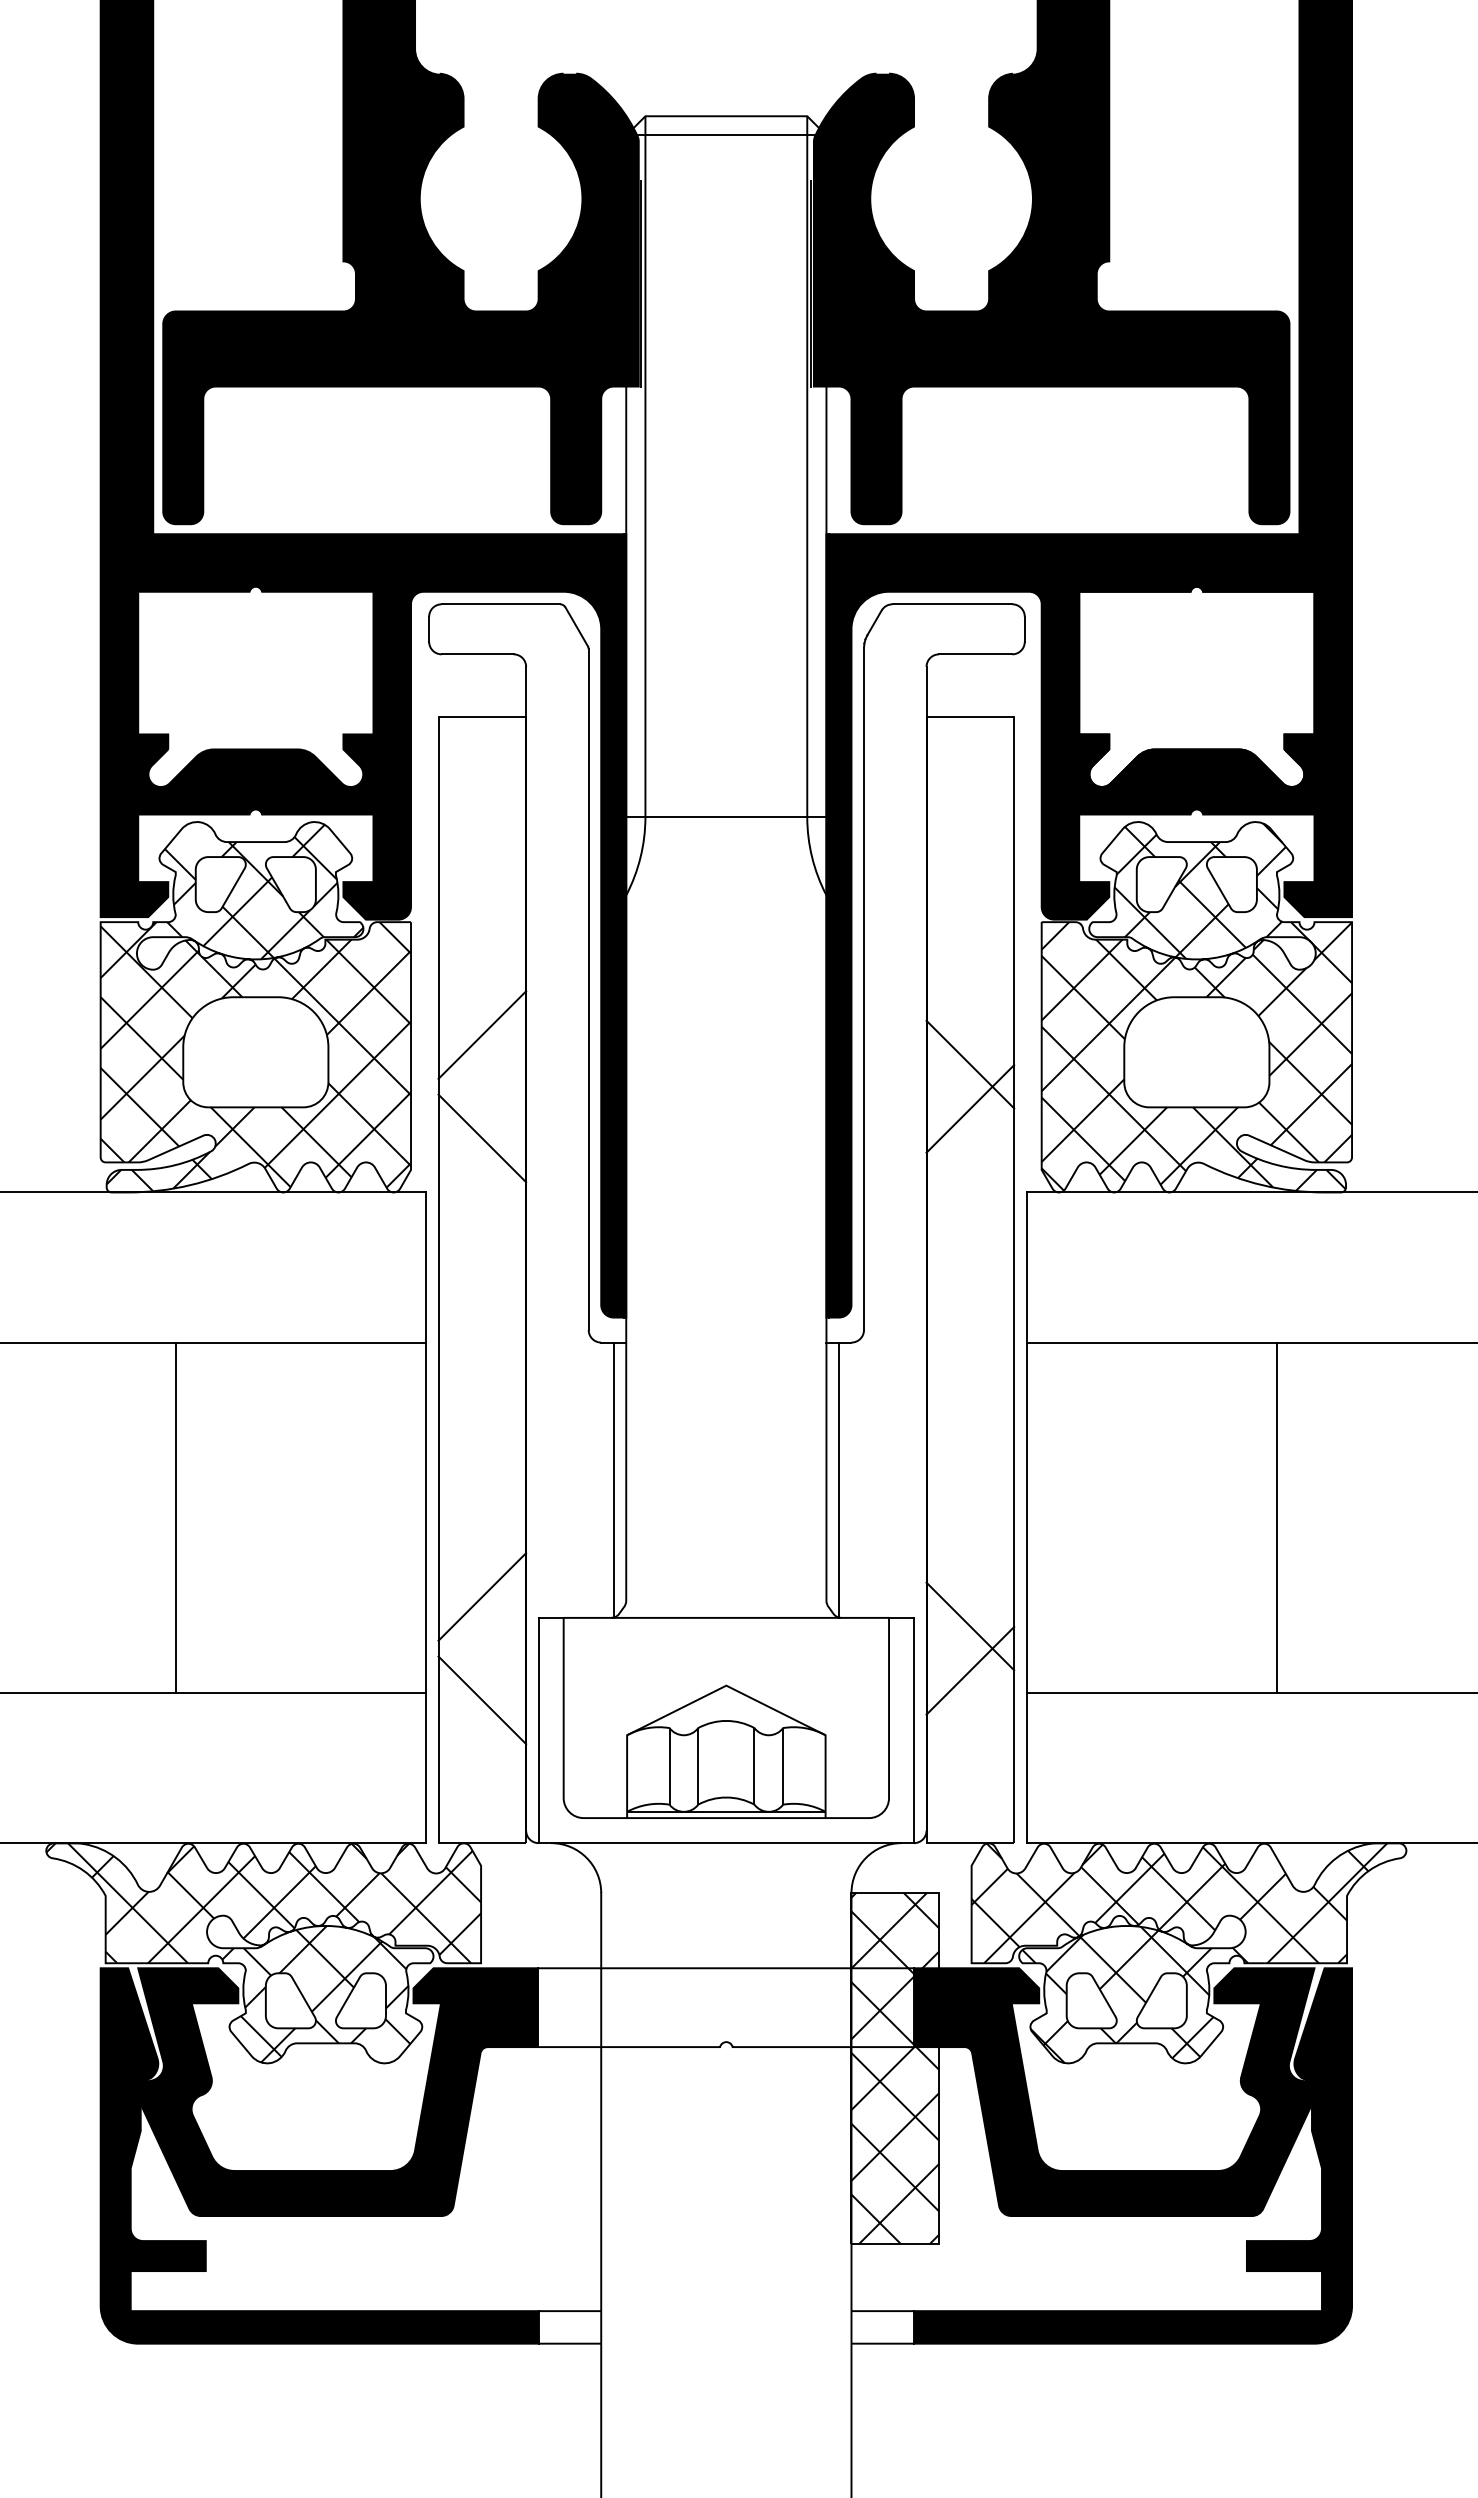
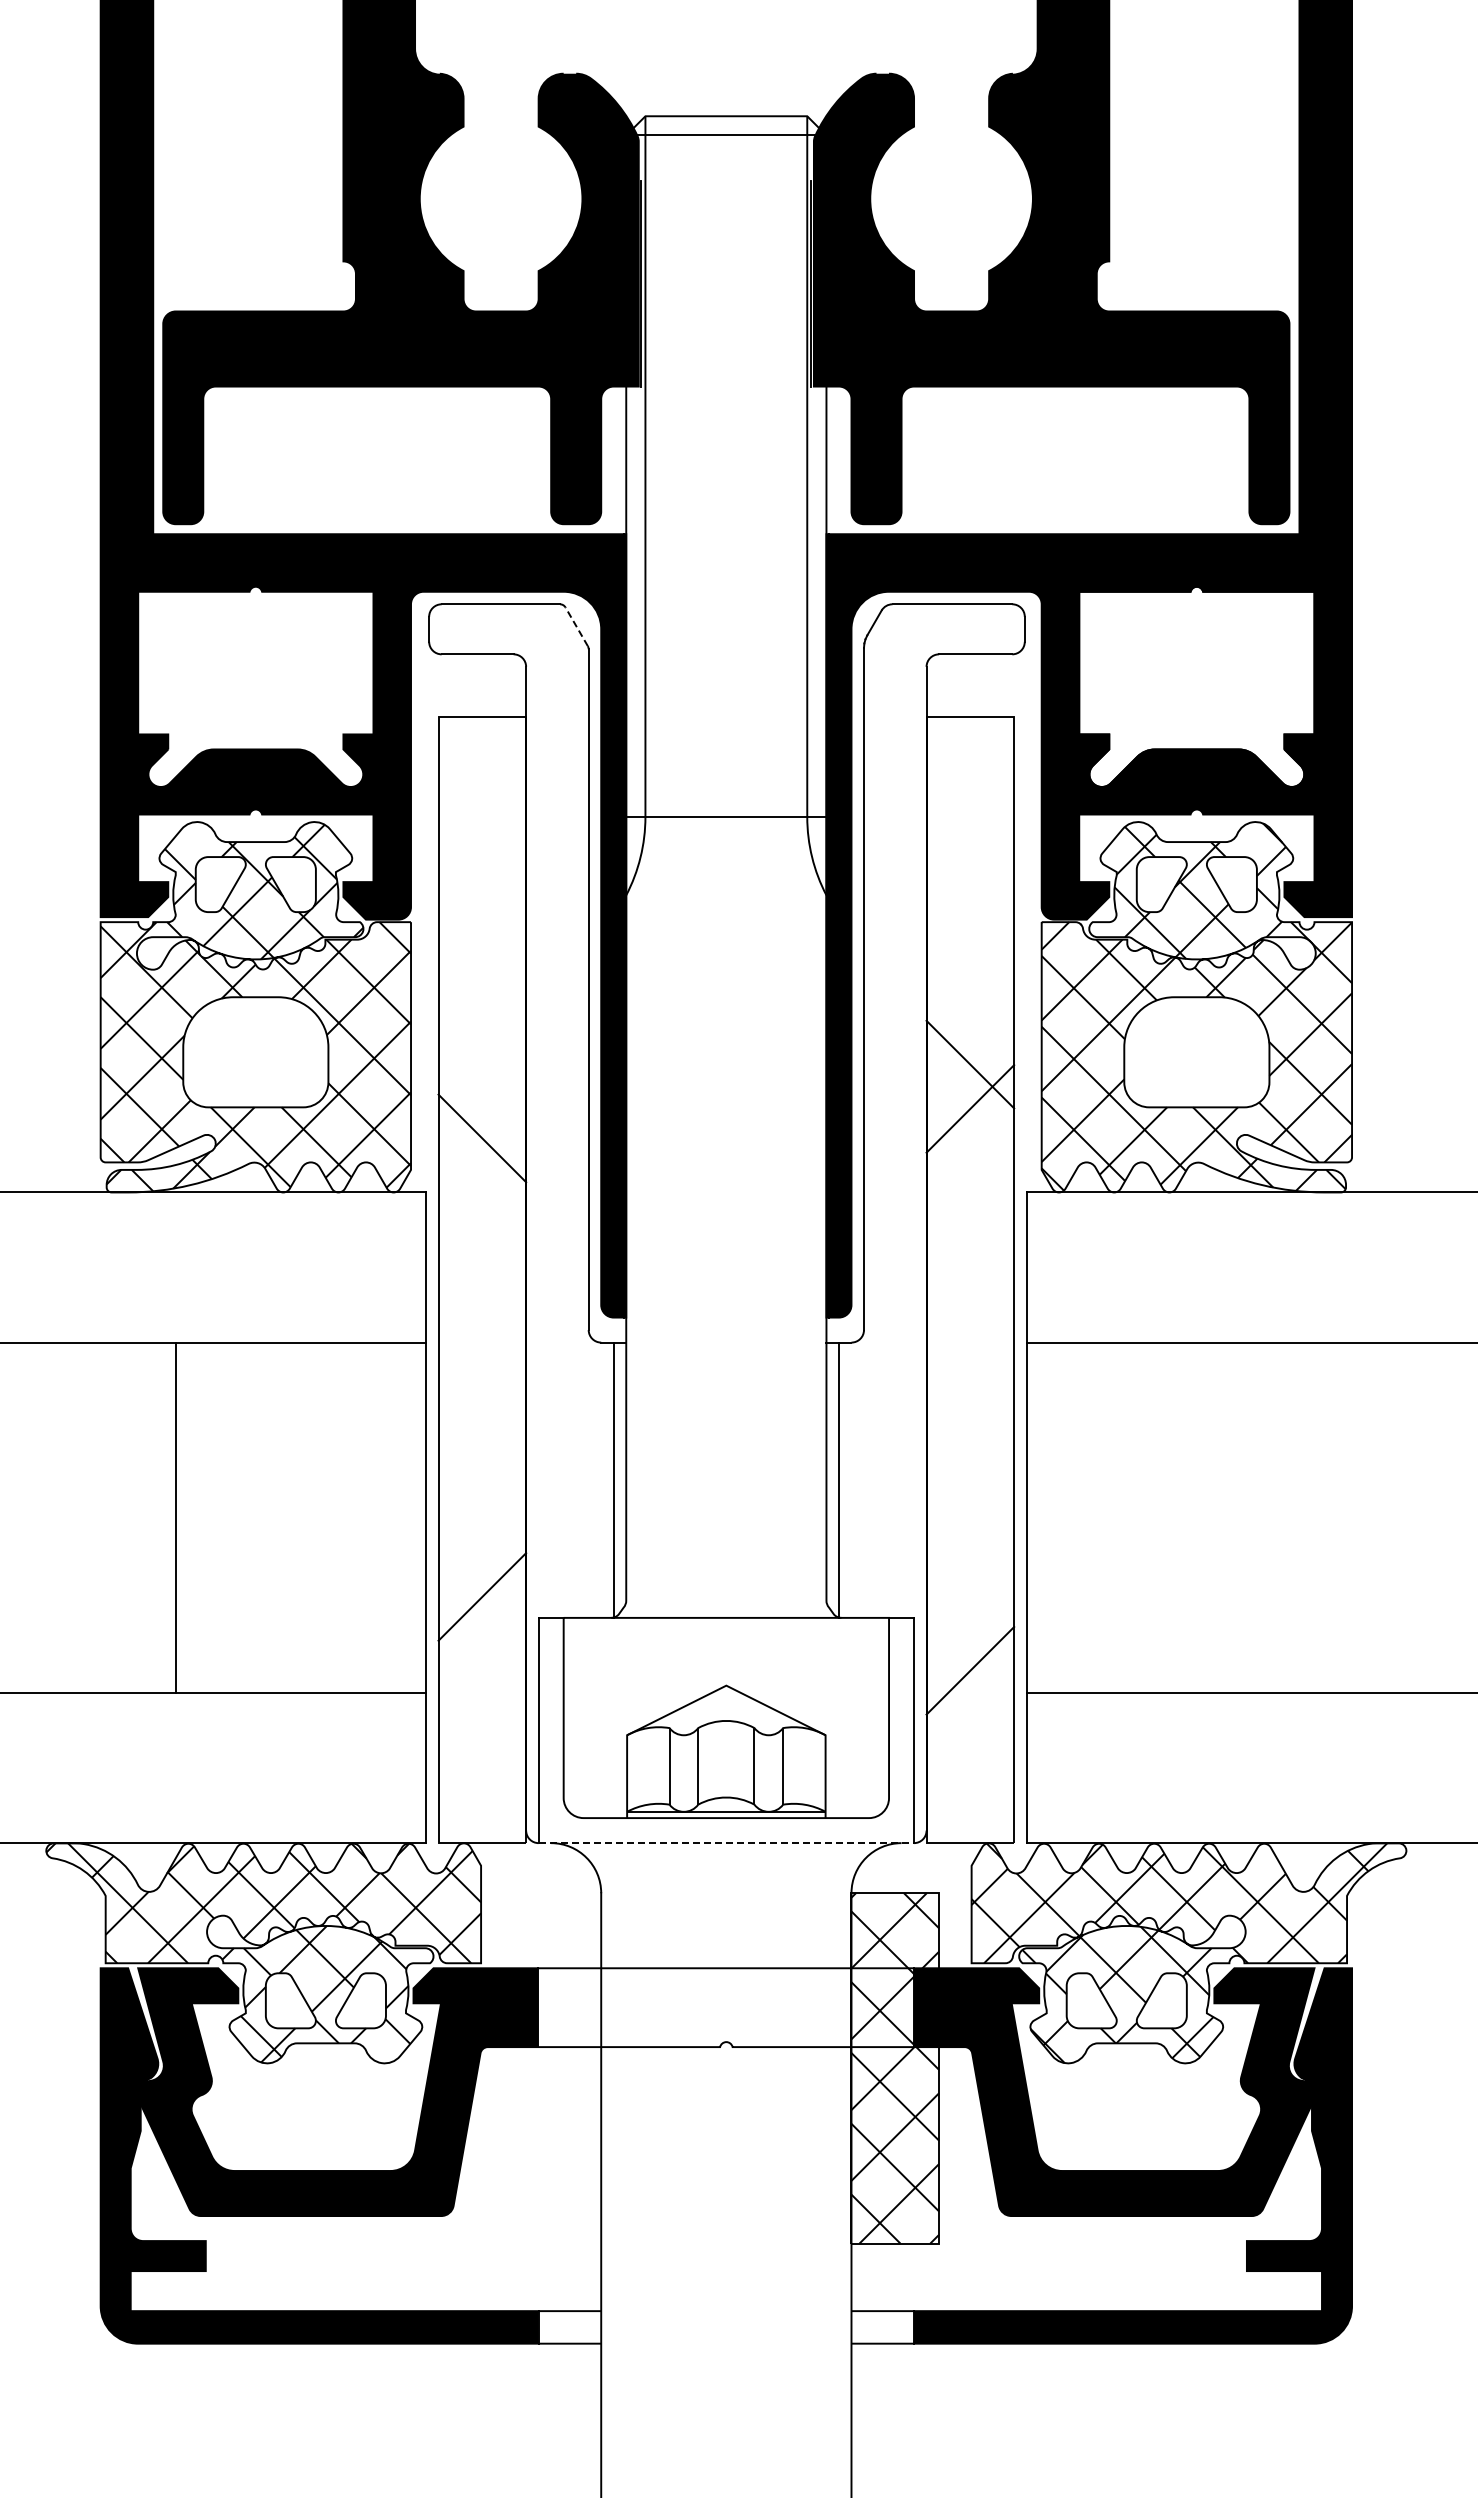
line at (576, 626): solid -> dashed
line at (482, 1034): present -> none
line at (1276, 1517): present -> none
line at (970, 1626): present -> none
line at (482, 1700): present -> none
line at (726, 1843): solid -> dashed
